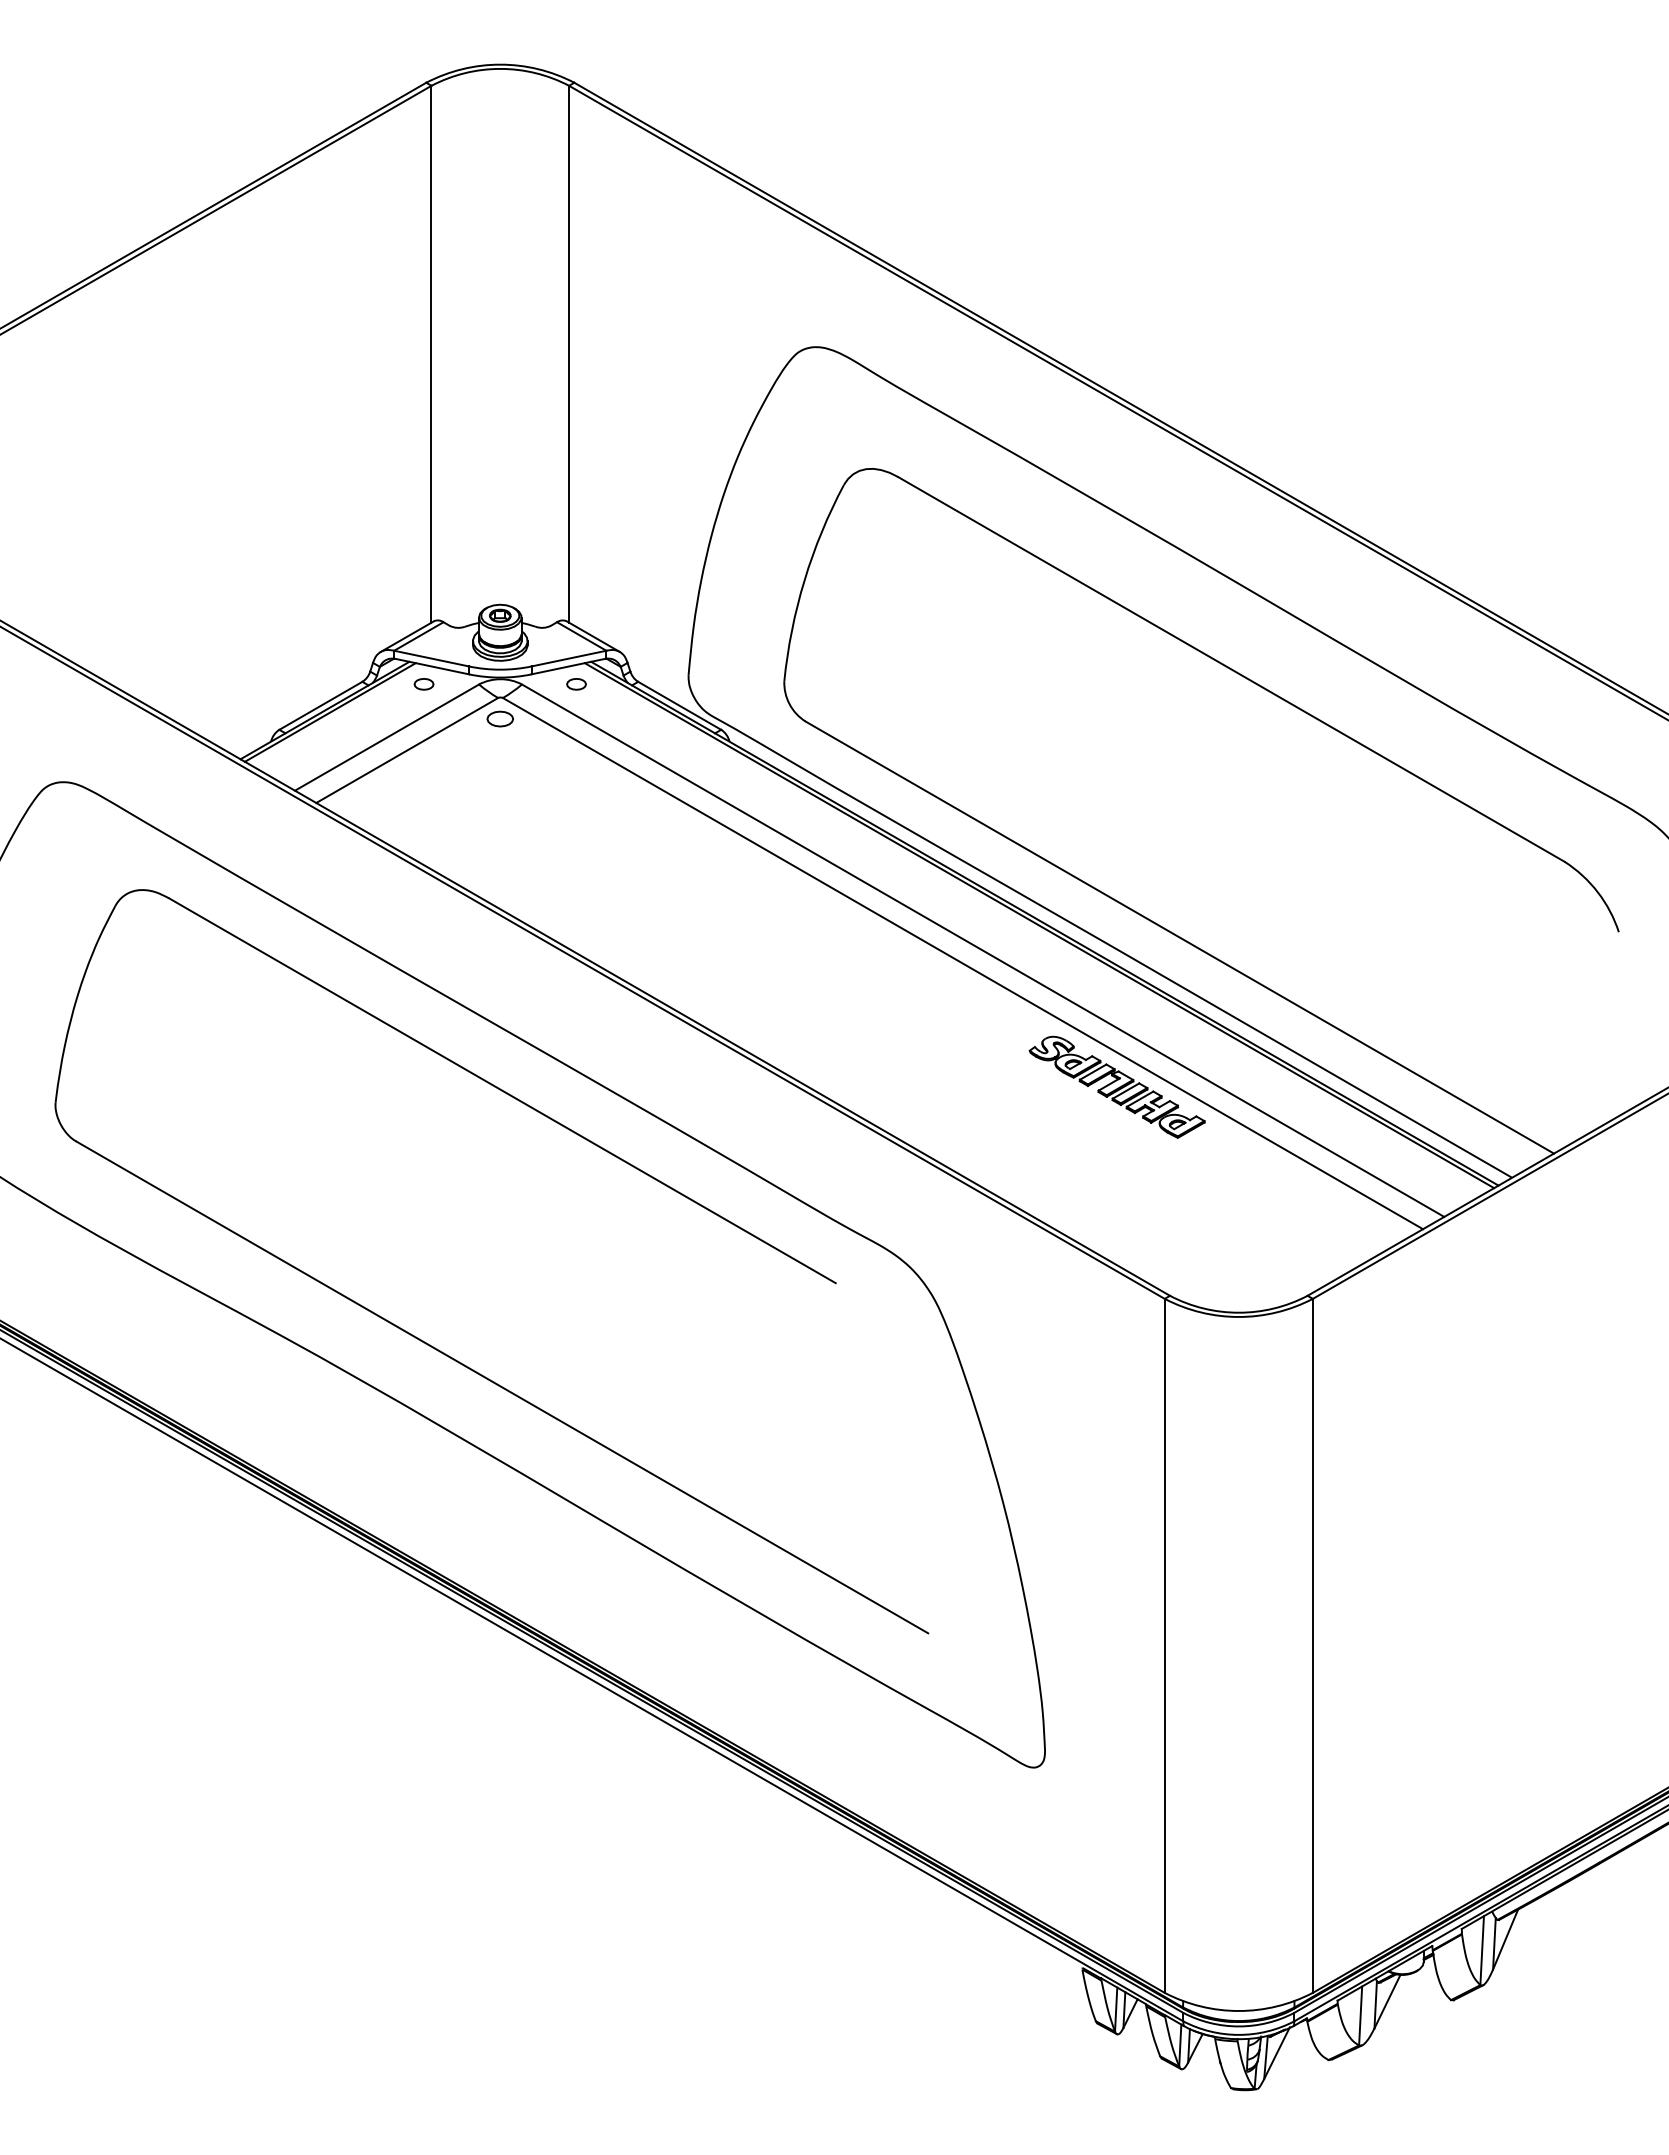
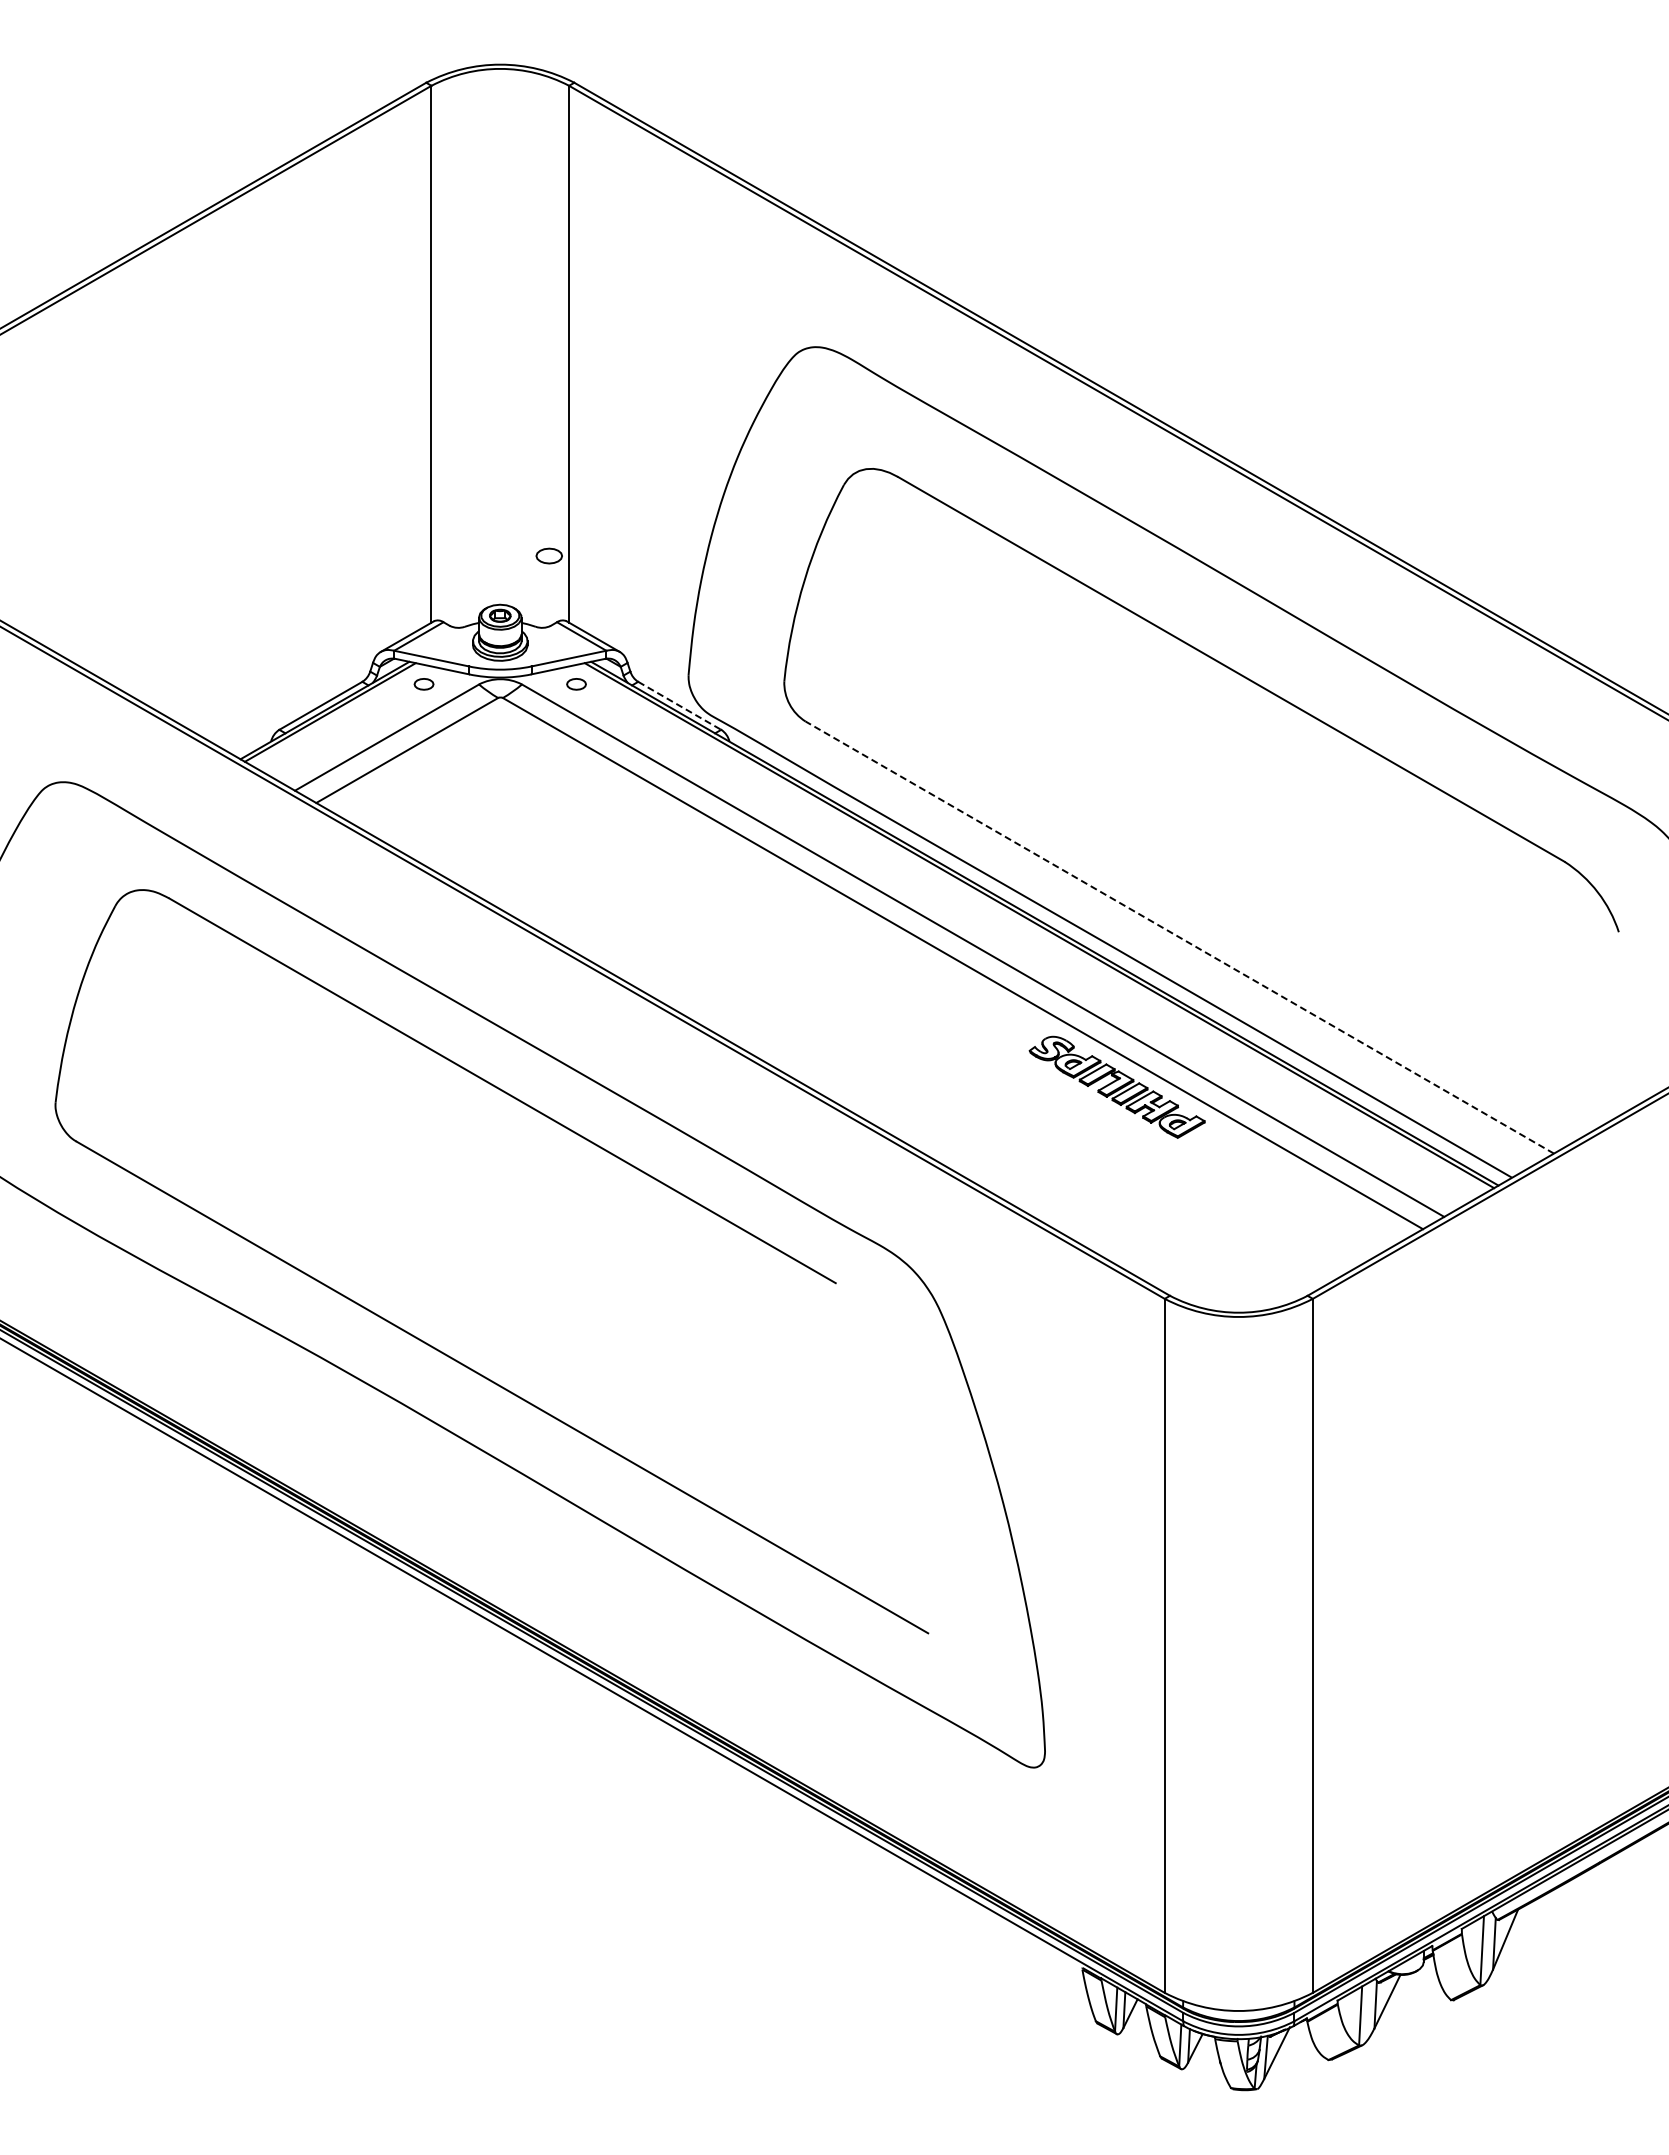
line at (679, 705): solid -> dashed
part at (499, 718) position: (499, 718) -> (548, 555)
line at (1179, 937): solid -> dashed
